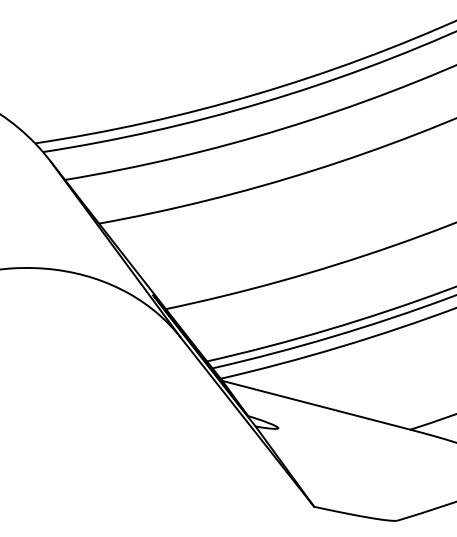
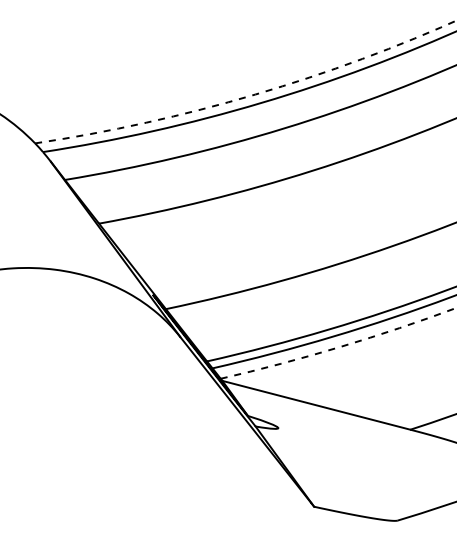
arc at (250, 95): solid -> dashed
arc at (338, 347): solid -> dashed
